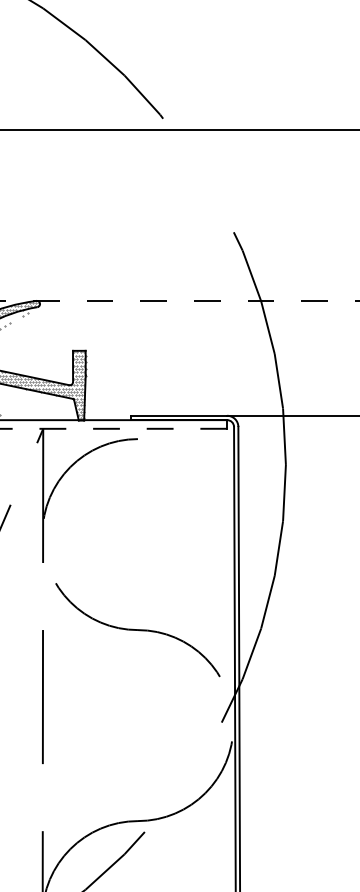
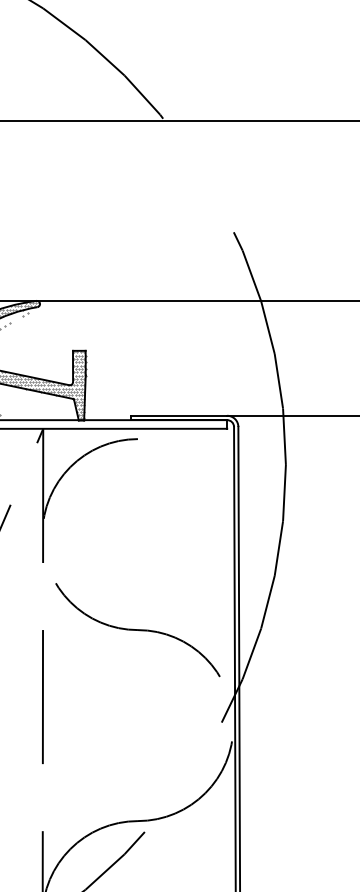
line at (179, 130) position: (179, 130) -> (179, 121)
line at (179, 300): dashed -> solid
line at (113, 428): dashed -> solid
